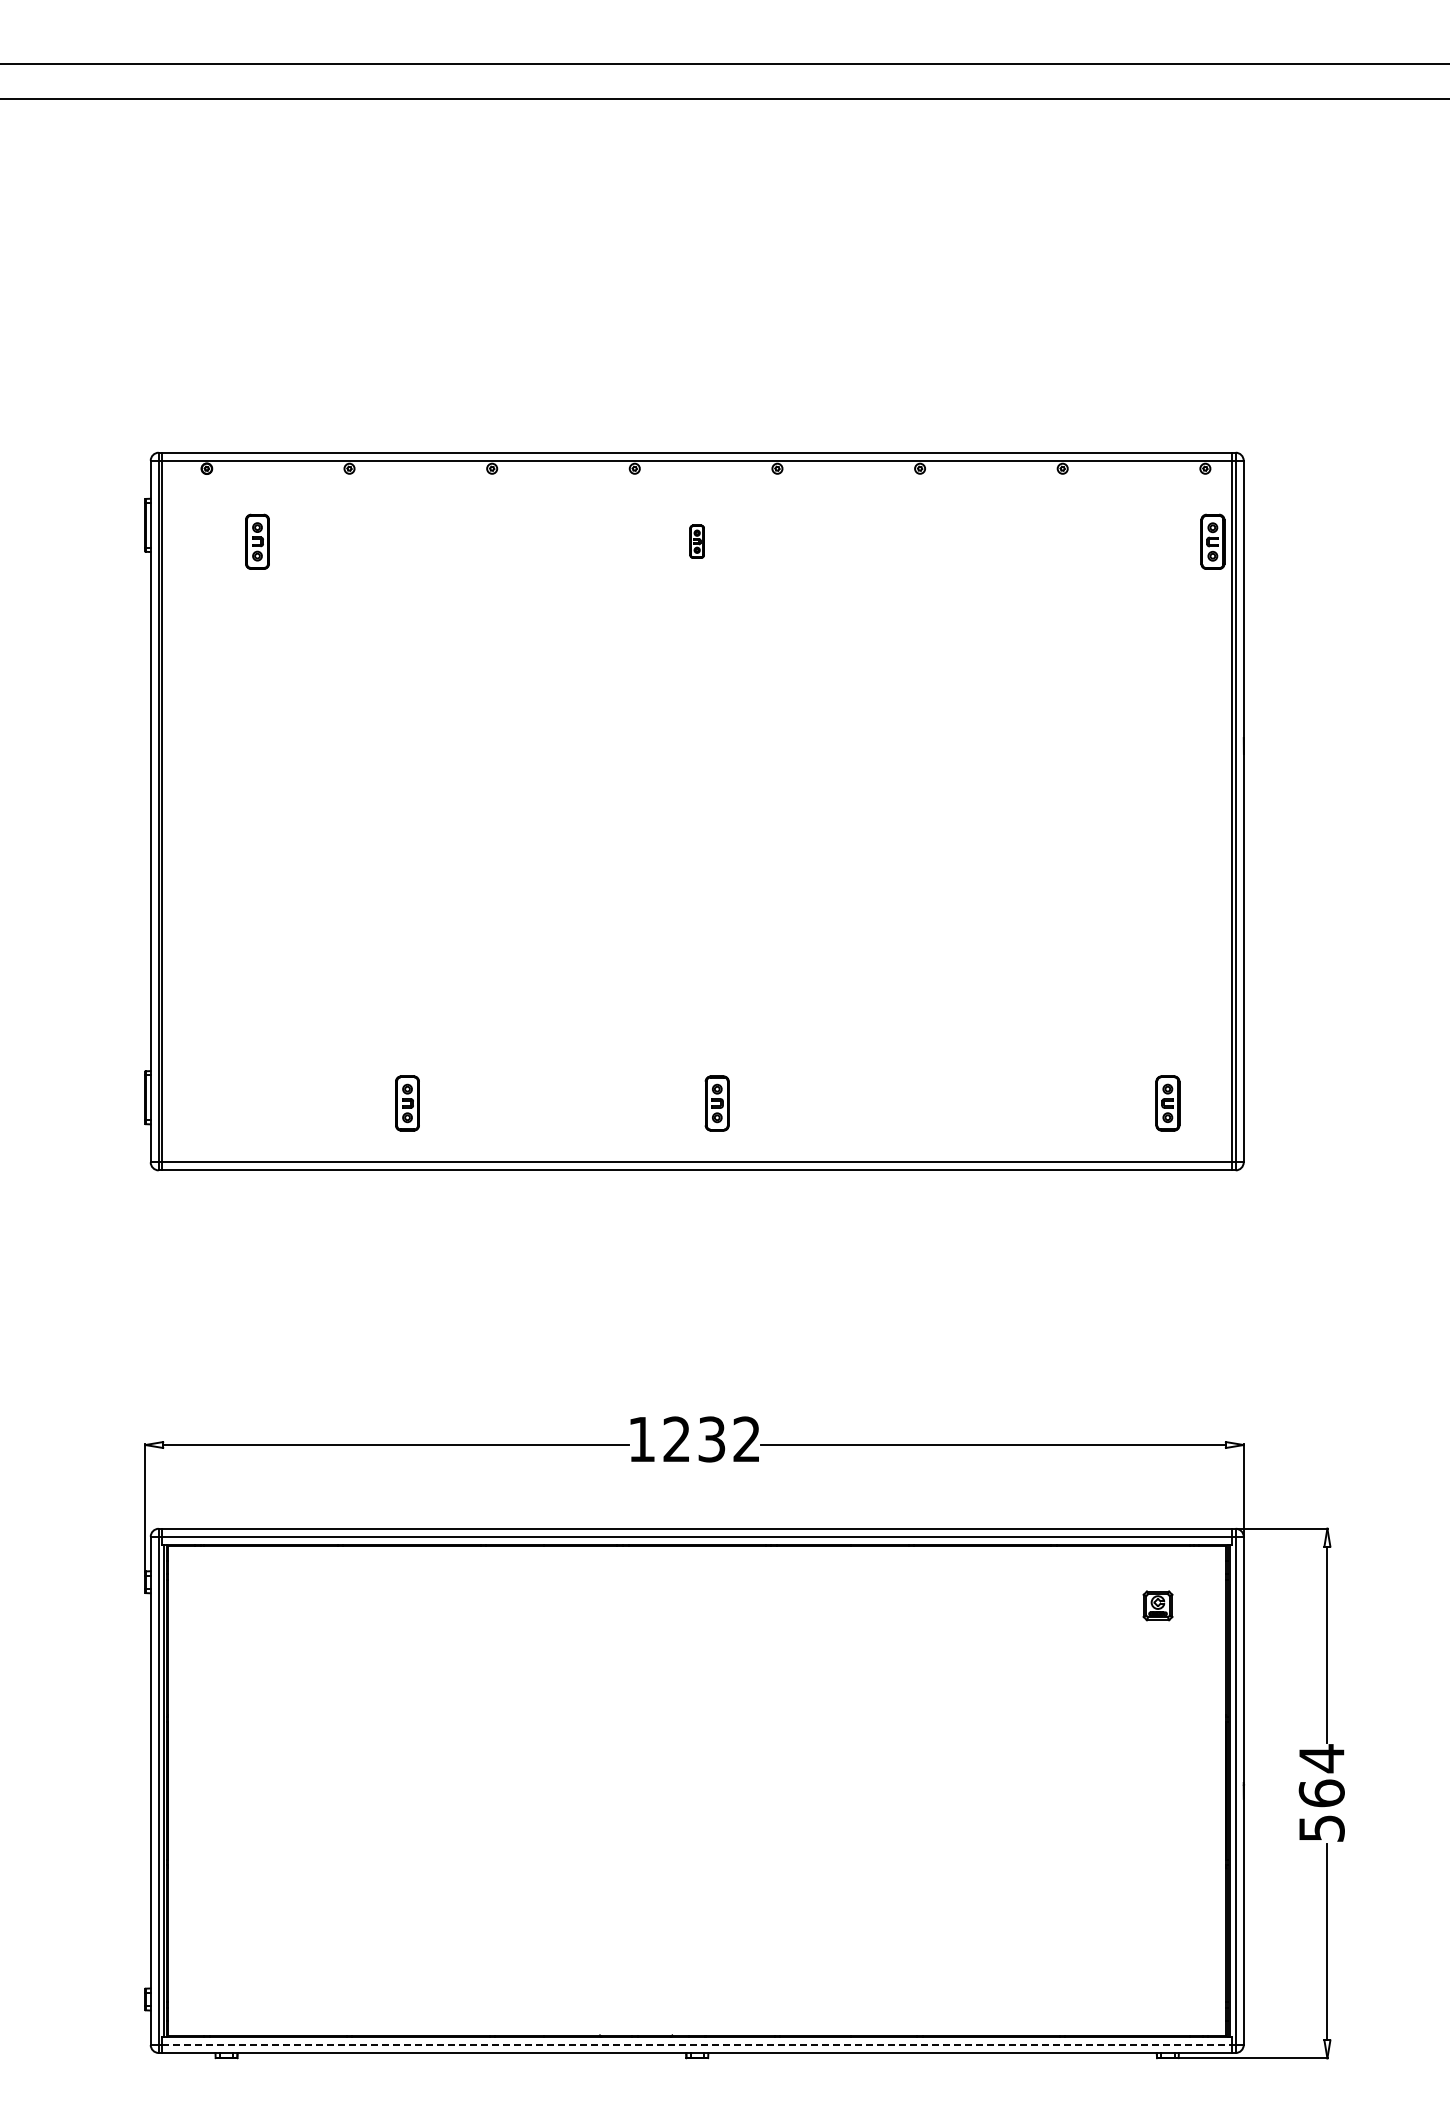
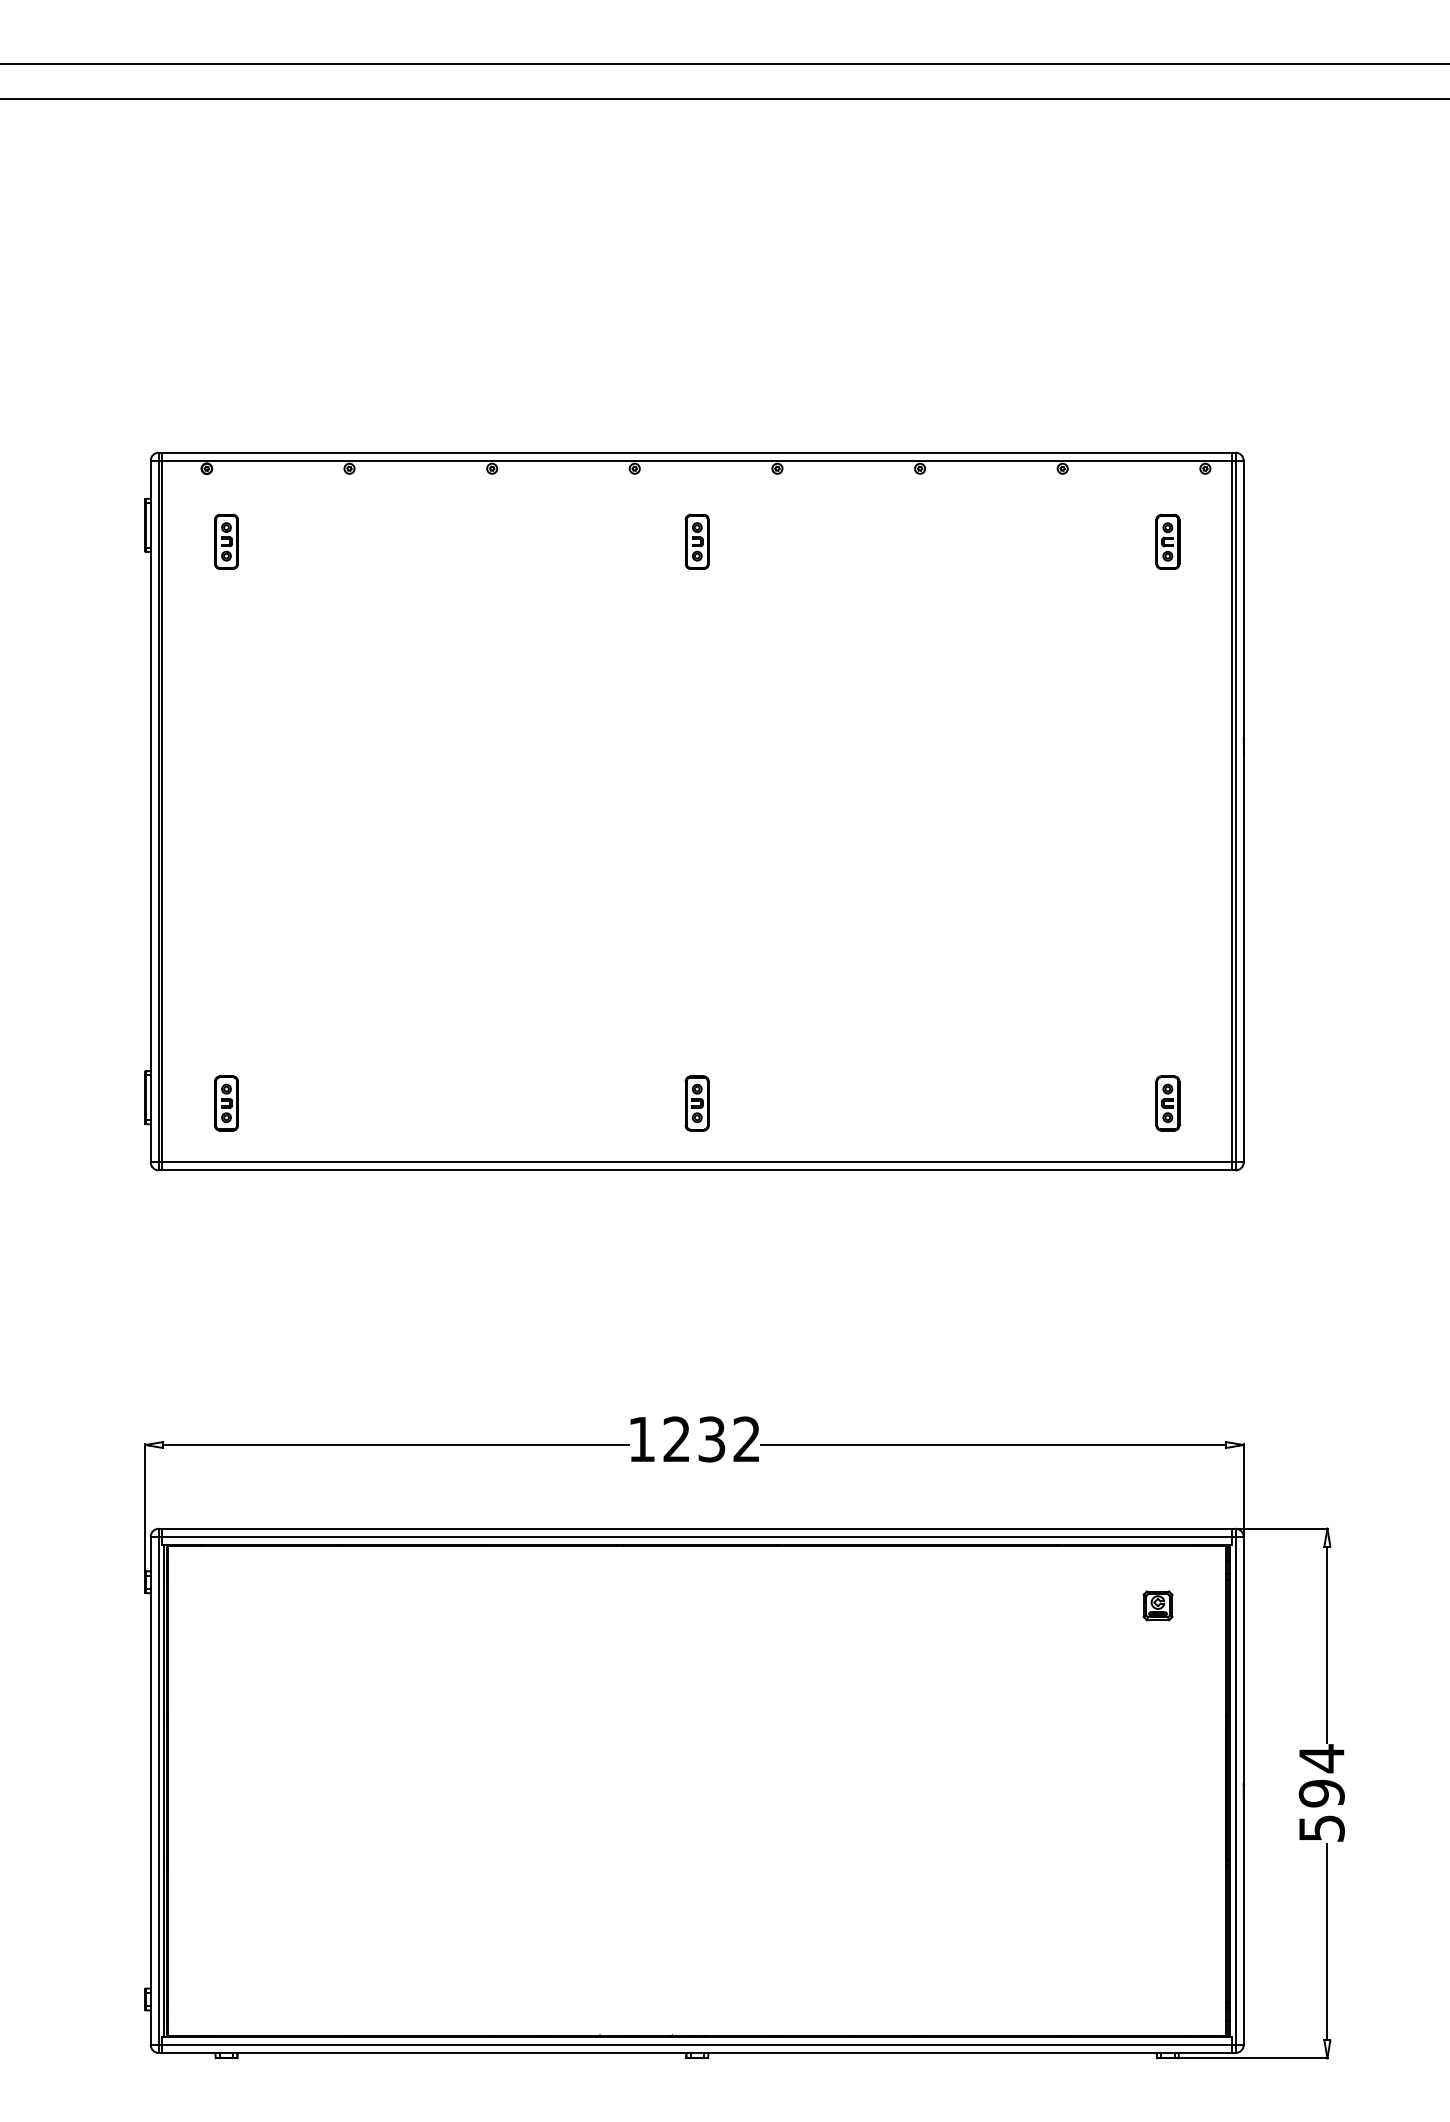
part at (257, 541) position: (257, 541) -> (226, 541)
part at (696, 541) size: 16x35 px -> 26x57 px
part at (1212, 541) position: (1212, 541) -> (1167, 541)
part at (407, 1103) position: (407, 1103) -> (226, 1103)
part at (716, 1103) position: (716, 1103) -> (696, 1103)
text at (1321, 1793): 564 -> 594
line at (697, 2044): dashed -> solid
